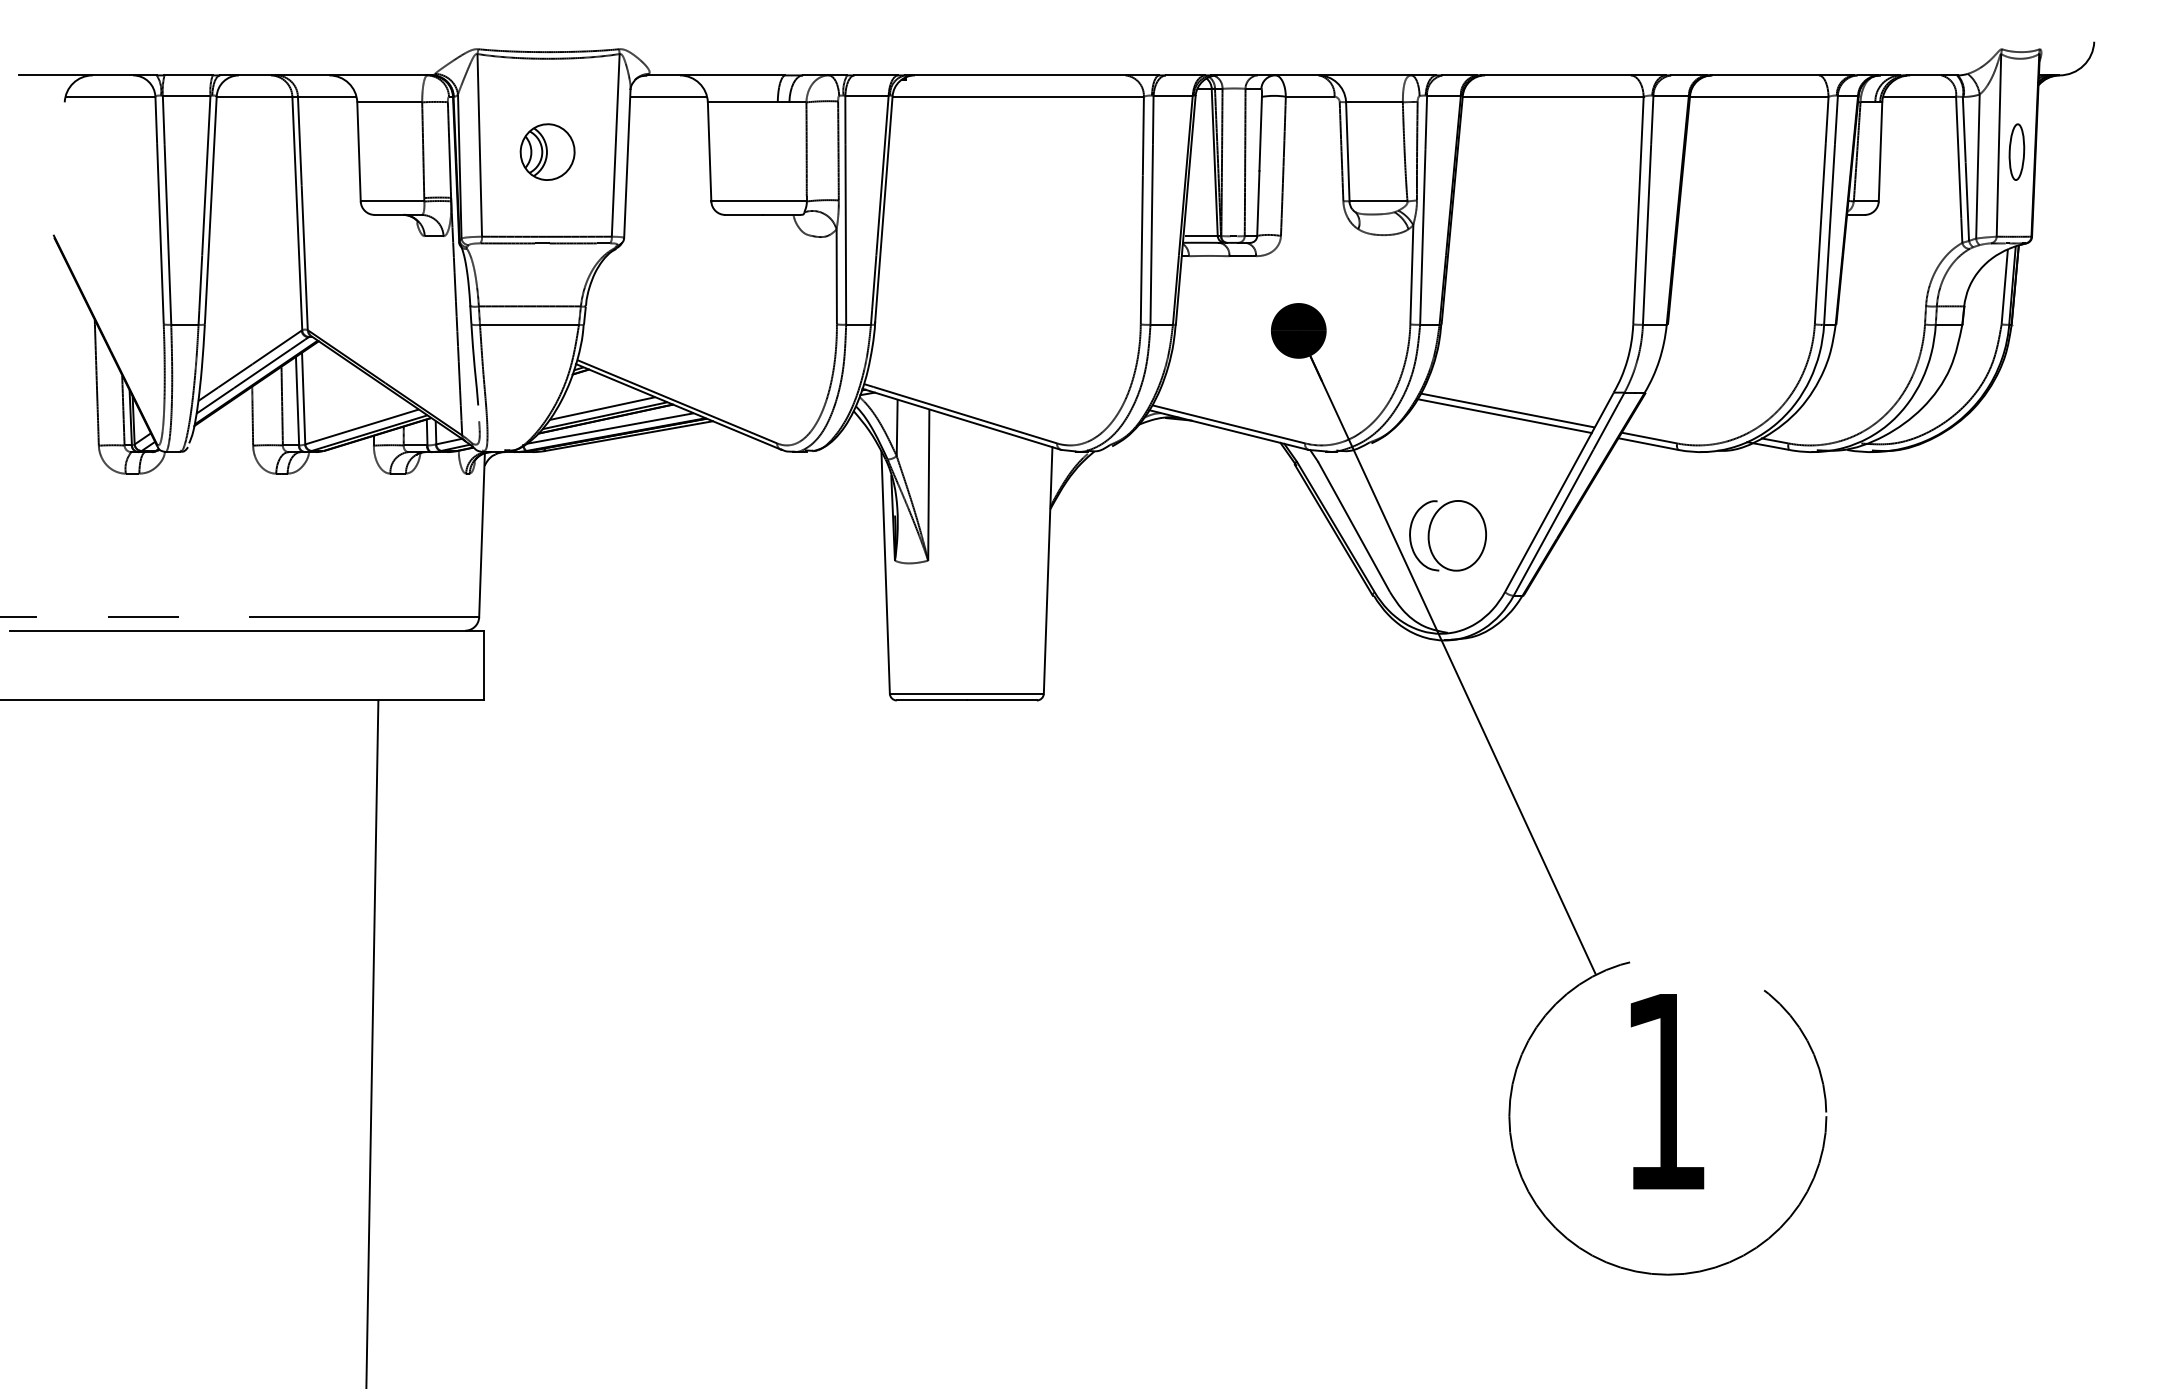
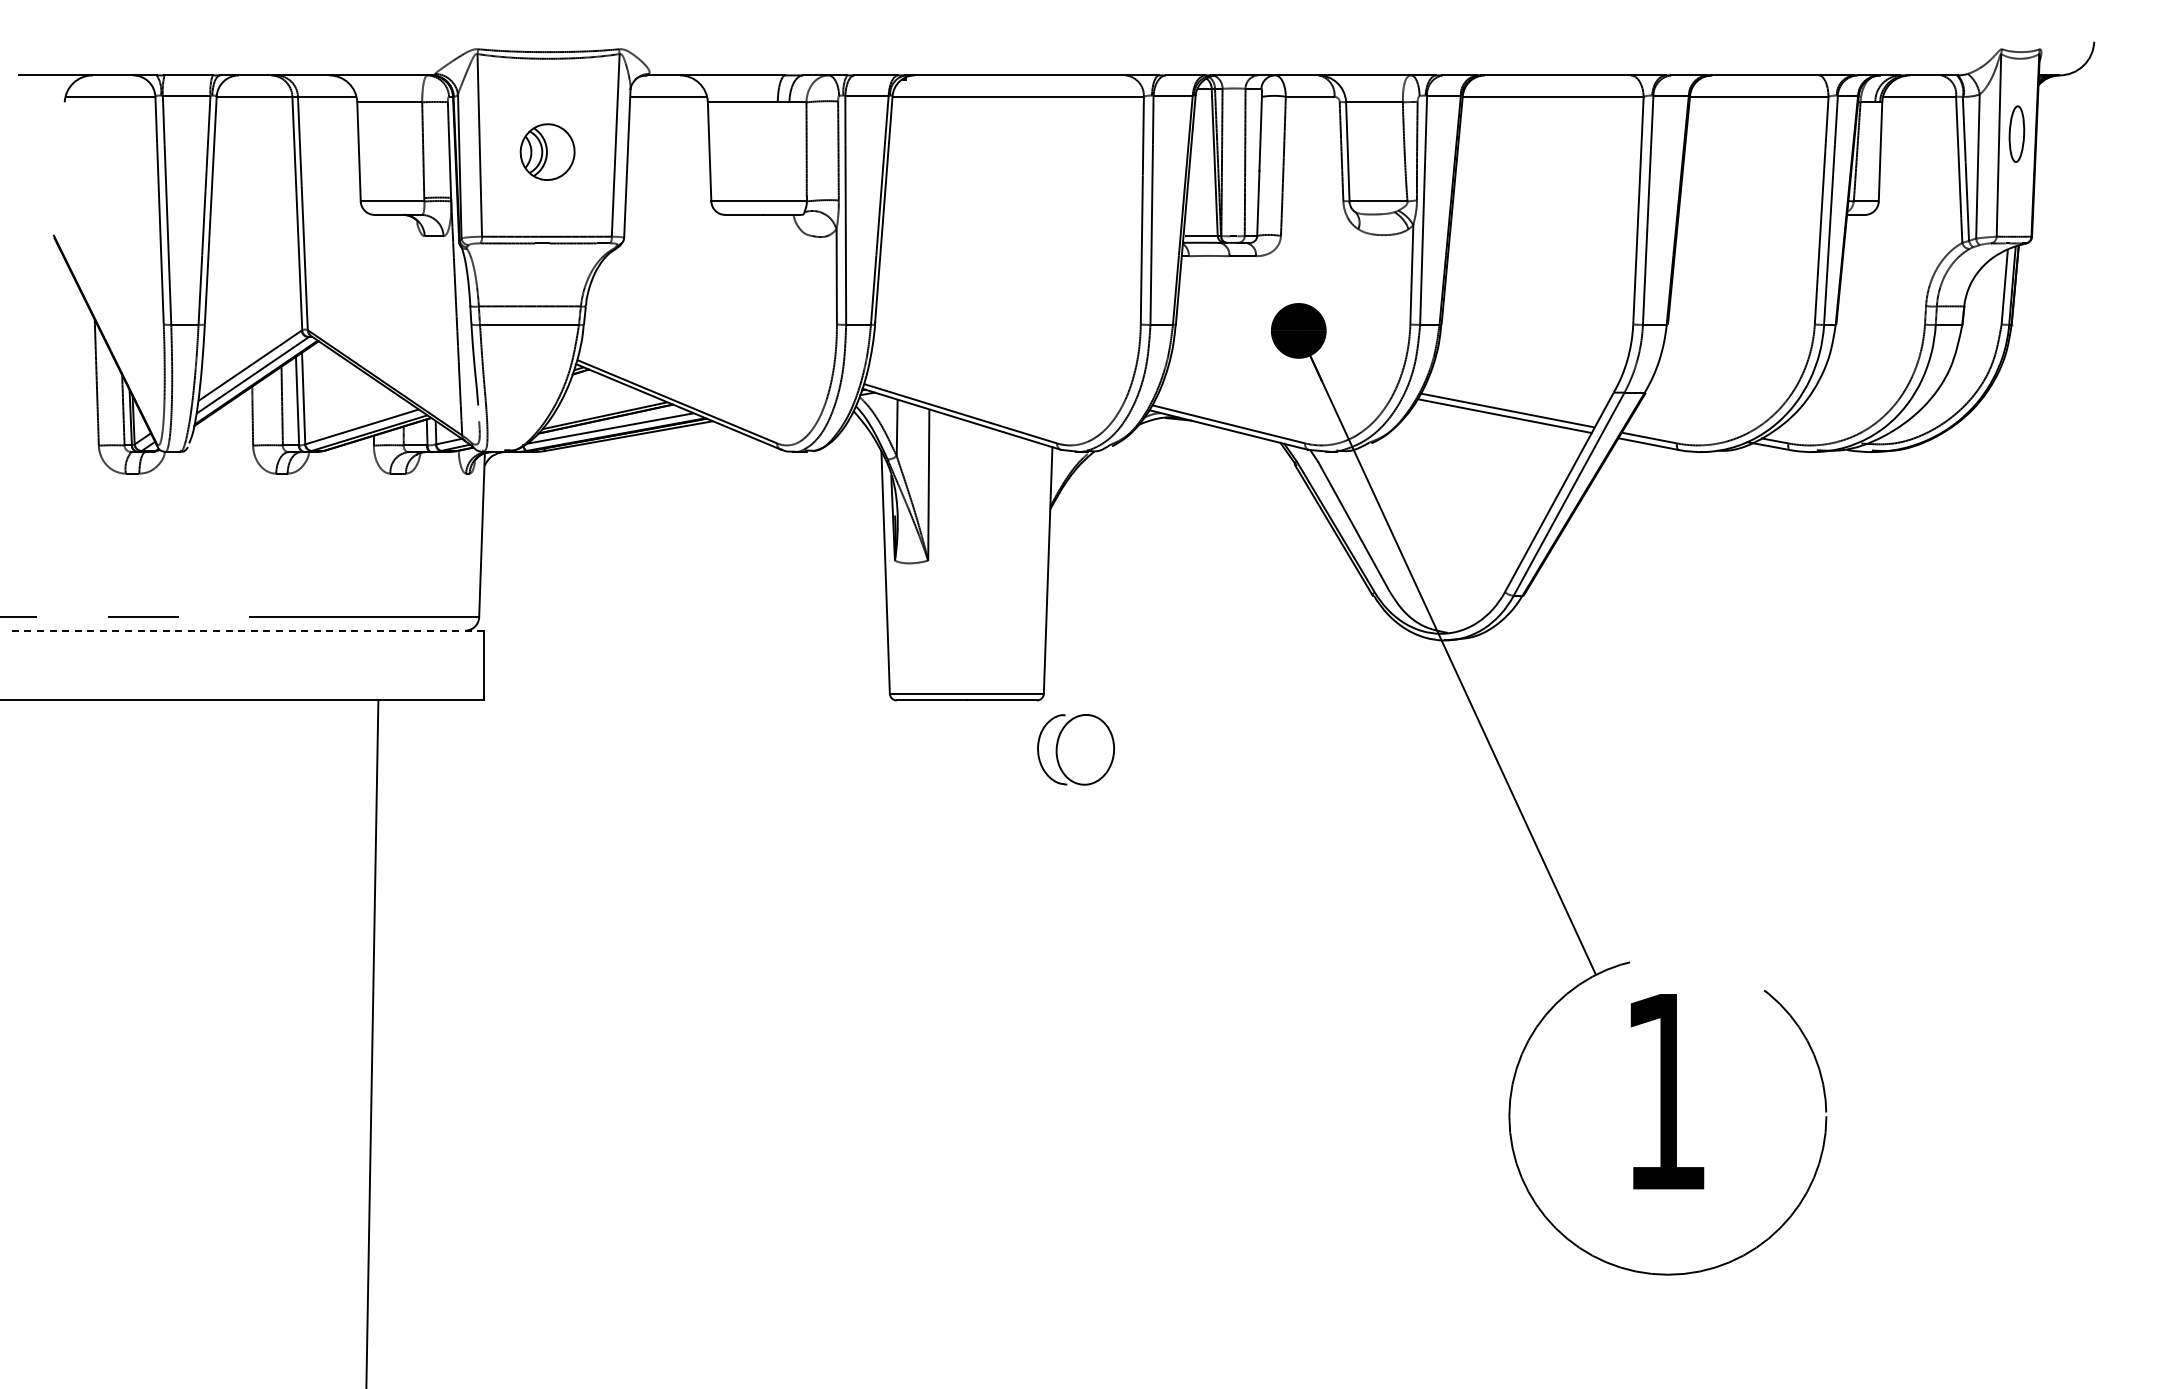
part at (2016, 151) position: (2016, 151) -> (2016, 133)
line at (602, 408): present -> none
part at (1447, 535) position: (1447, 535) -> (1075, 749)
line at (246, 630): solid -> dashed
